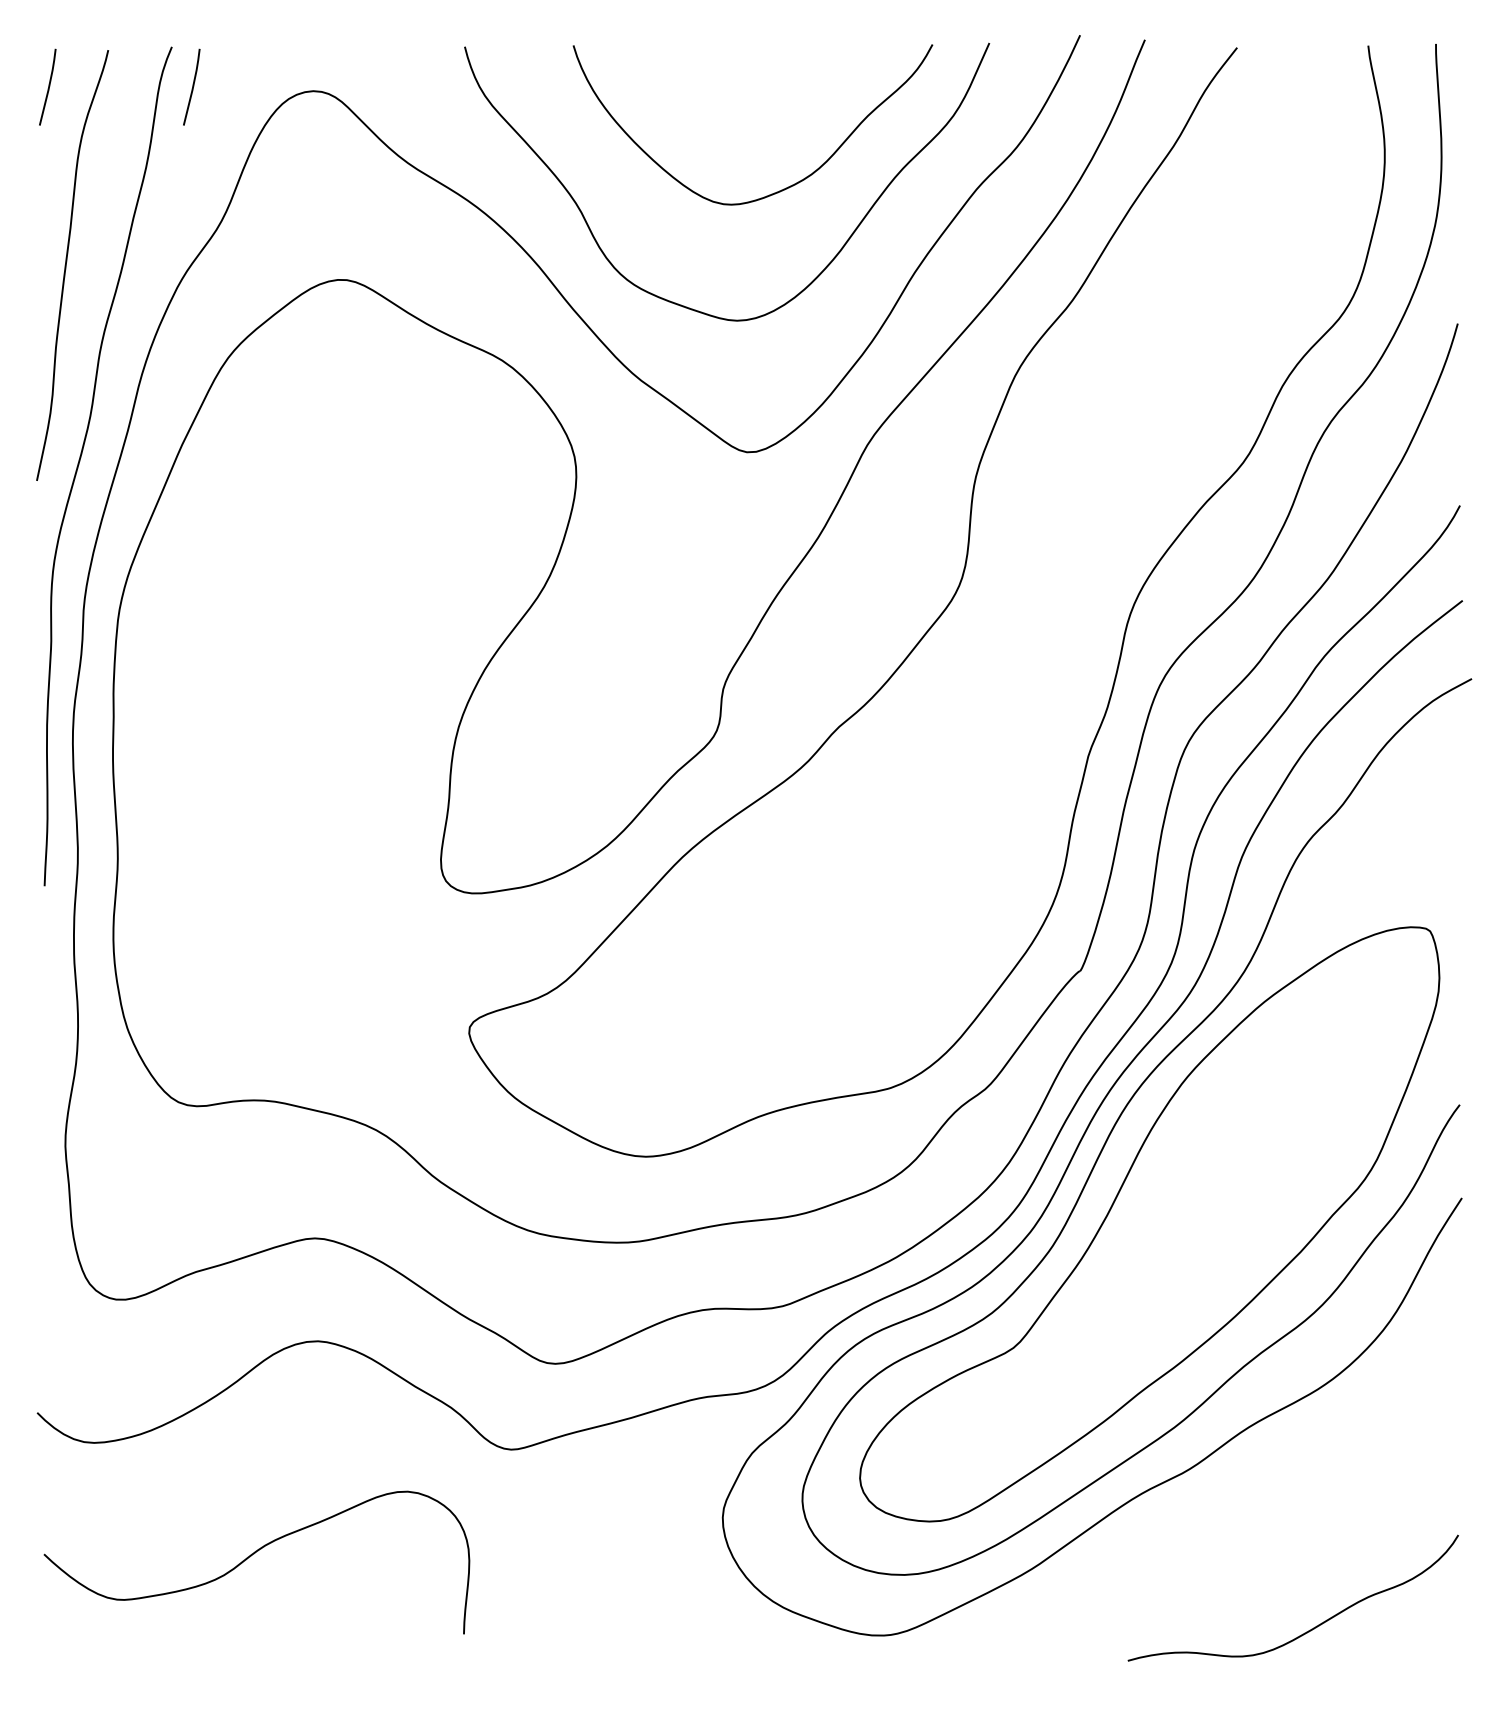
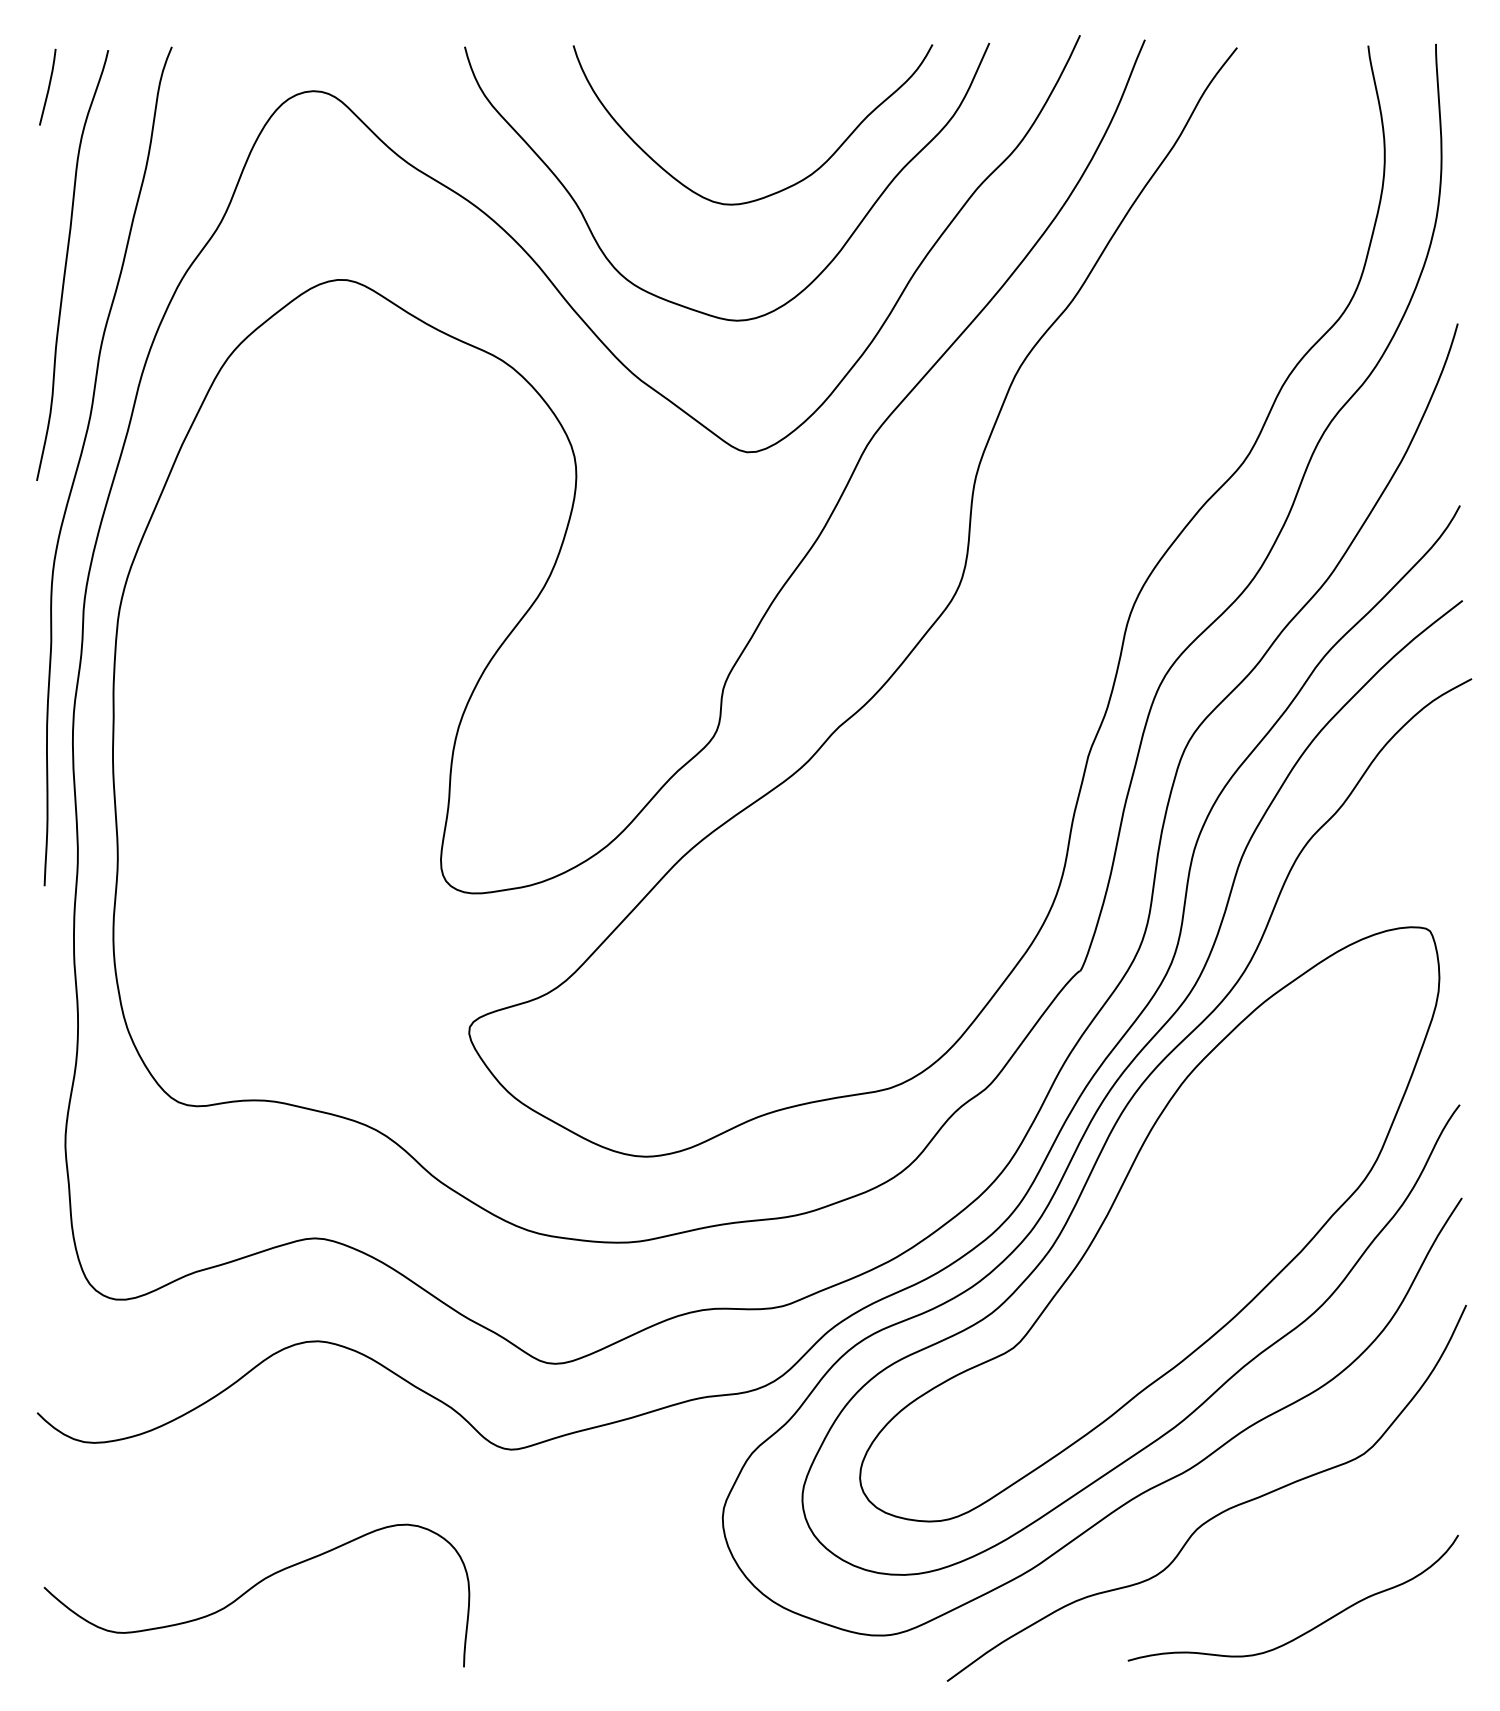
line at (192, 86): present -> none
curve at (1216, 1514): none -> present
curve at (251, 1556) position: (251, 1556) -> (251, 1589)
